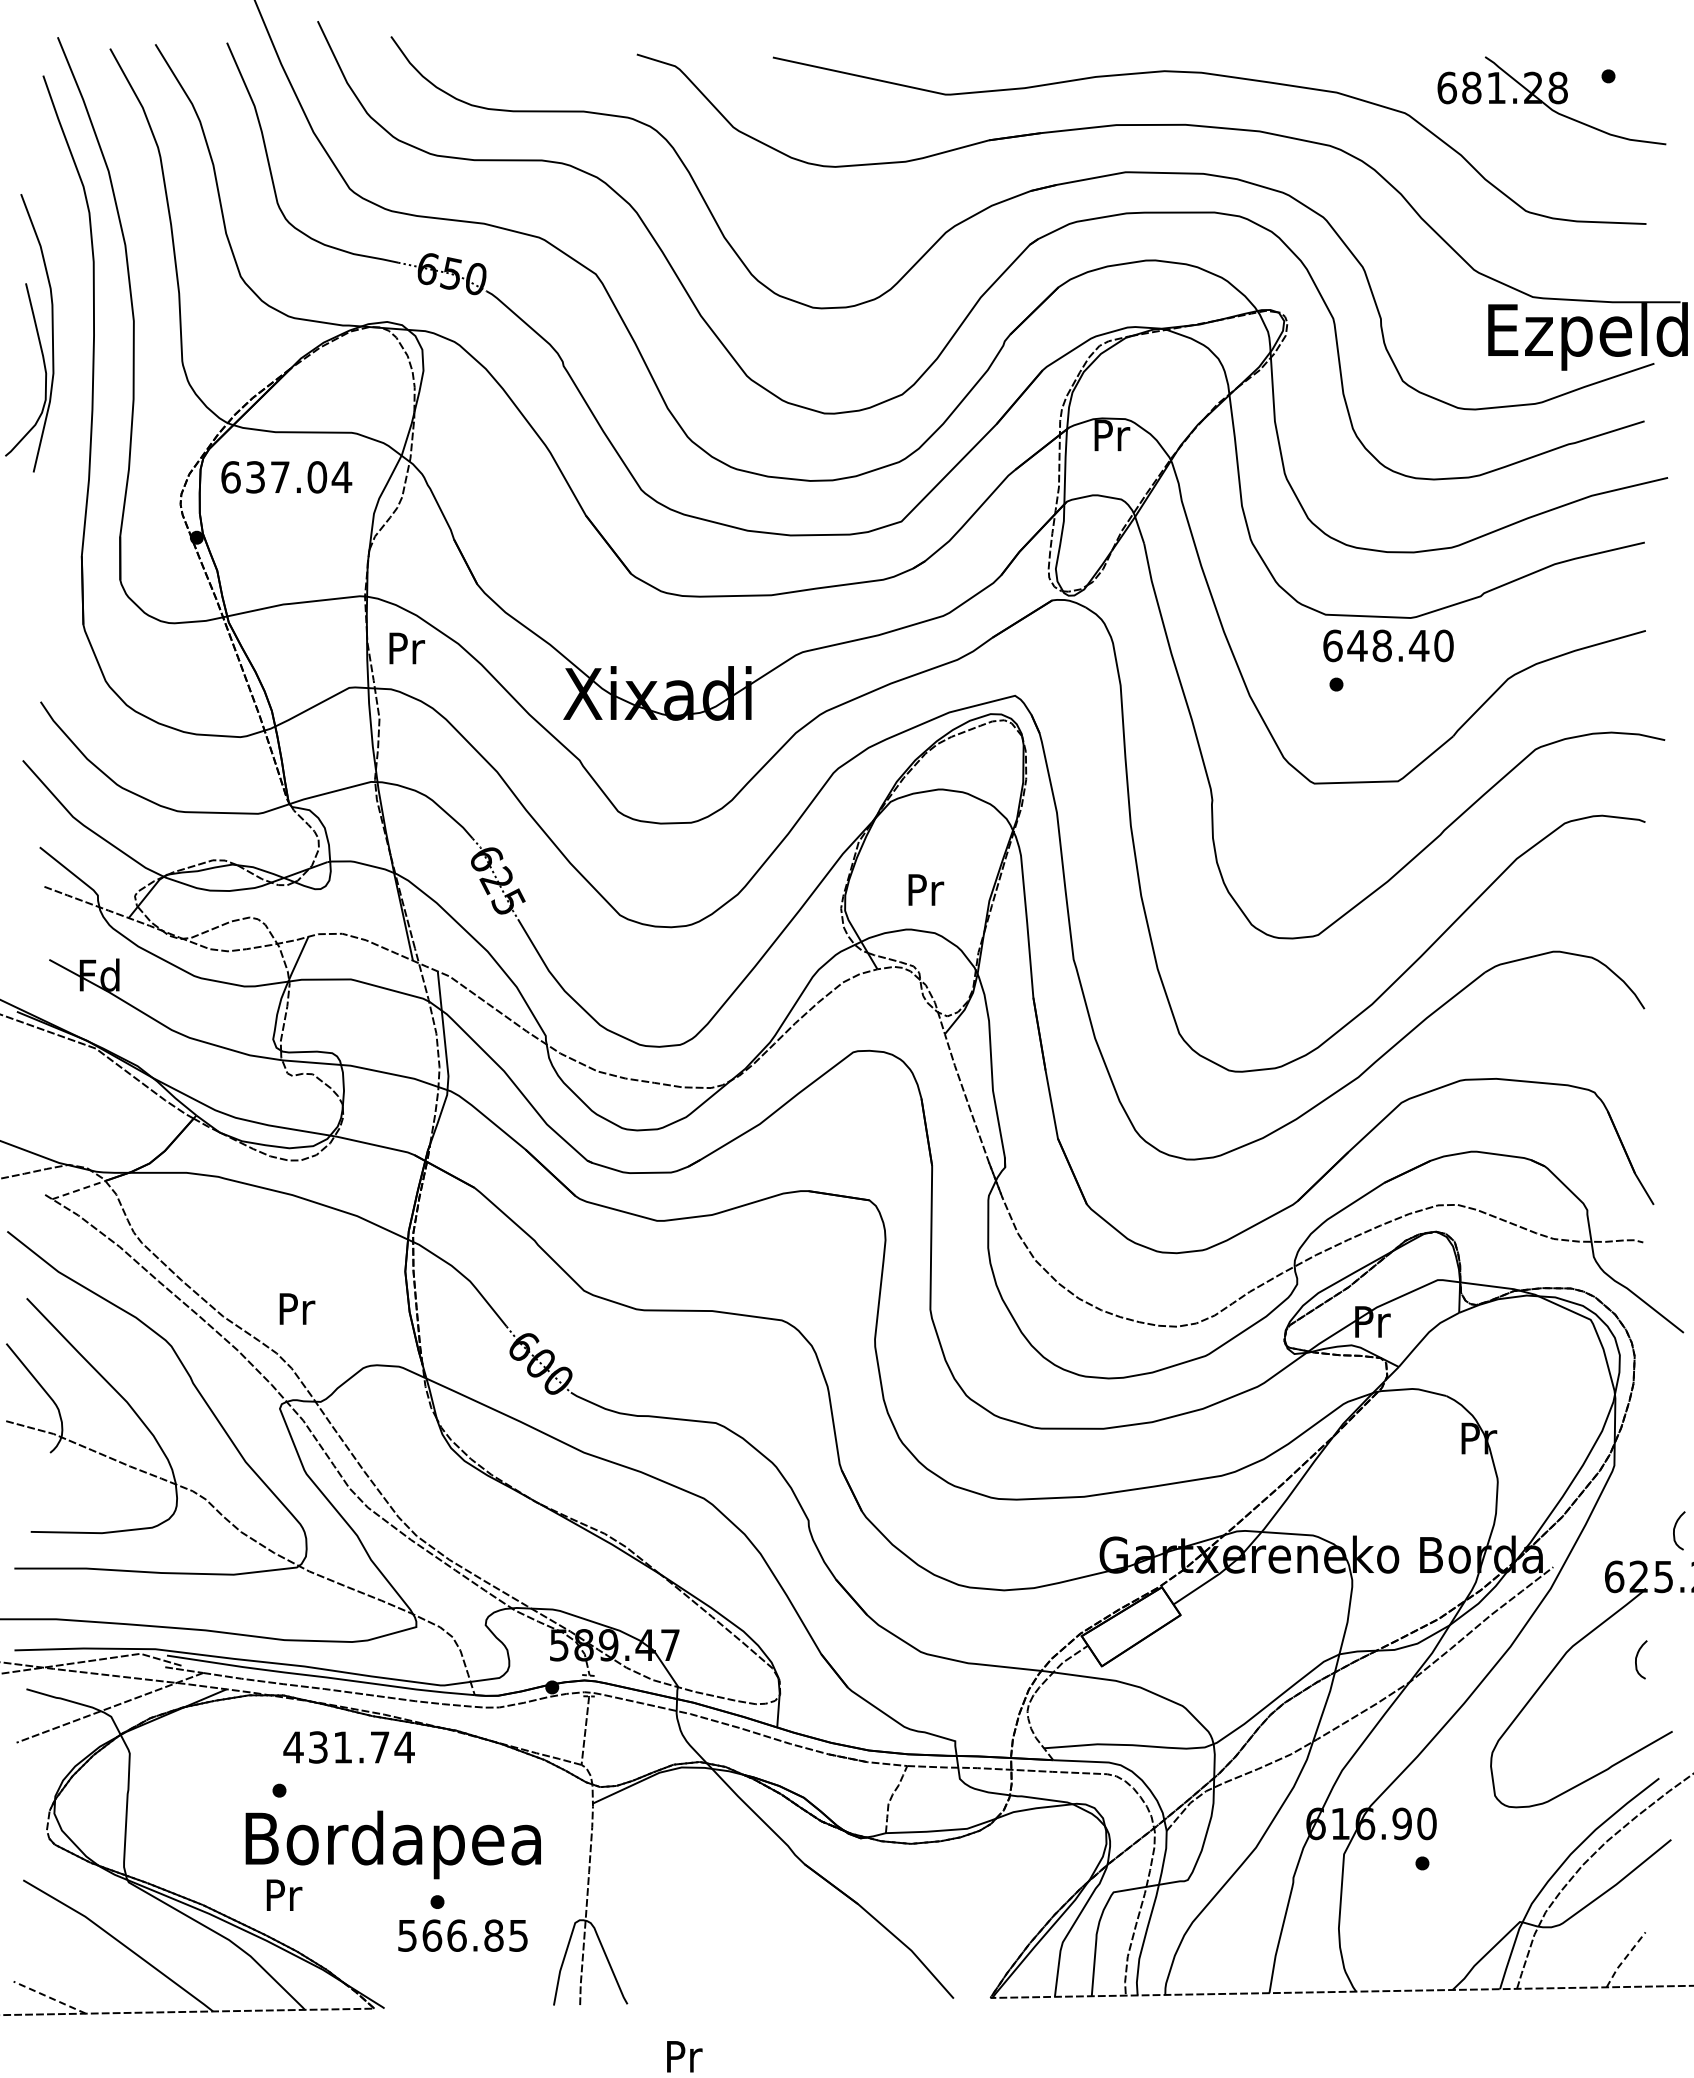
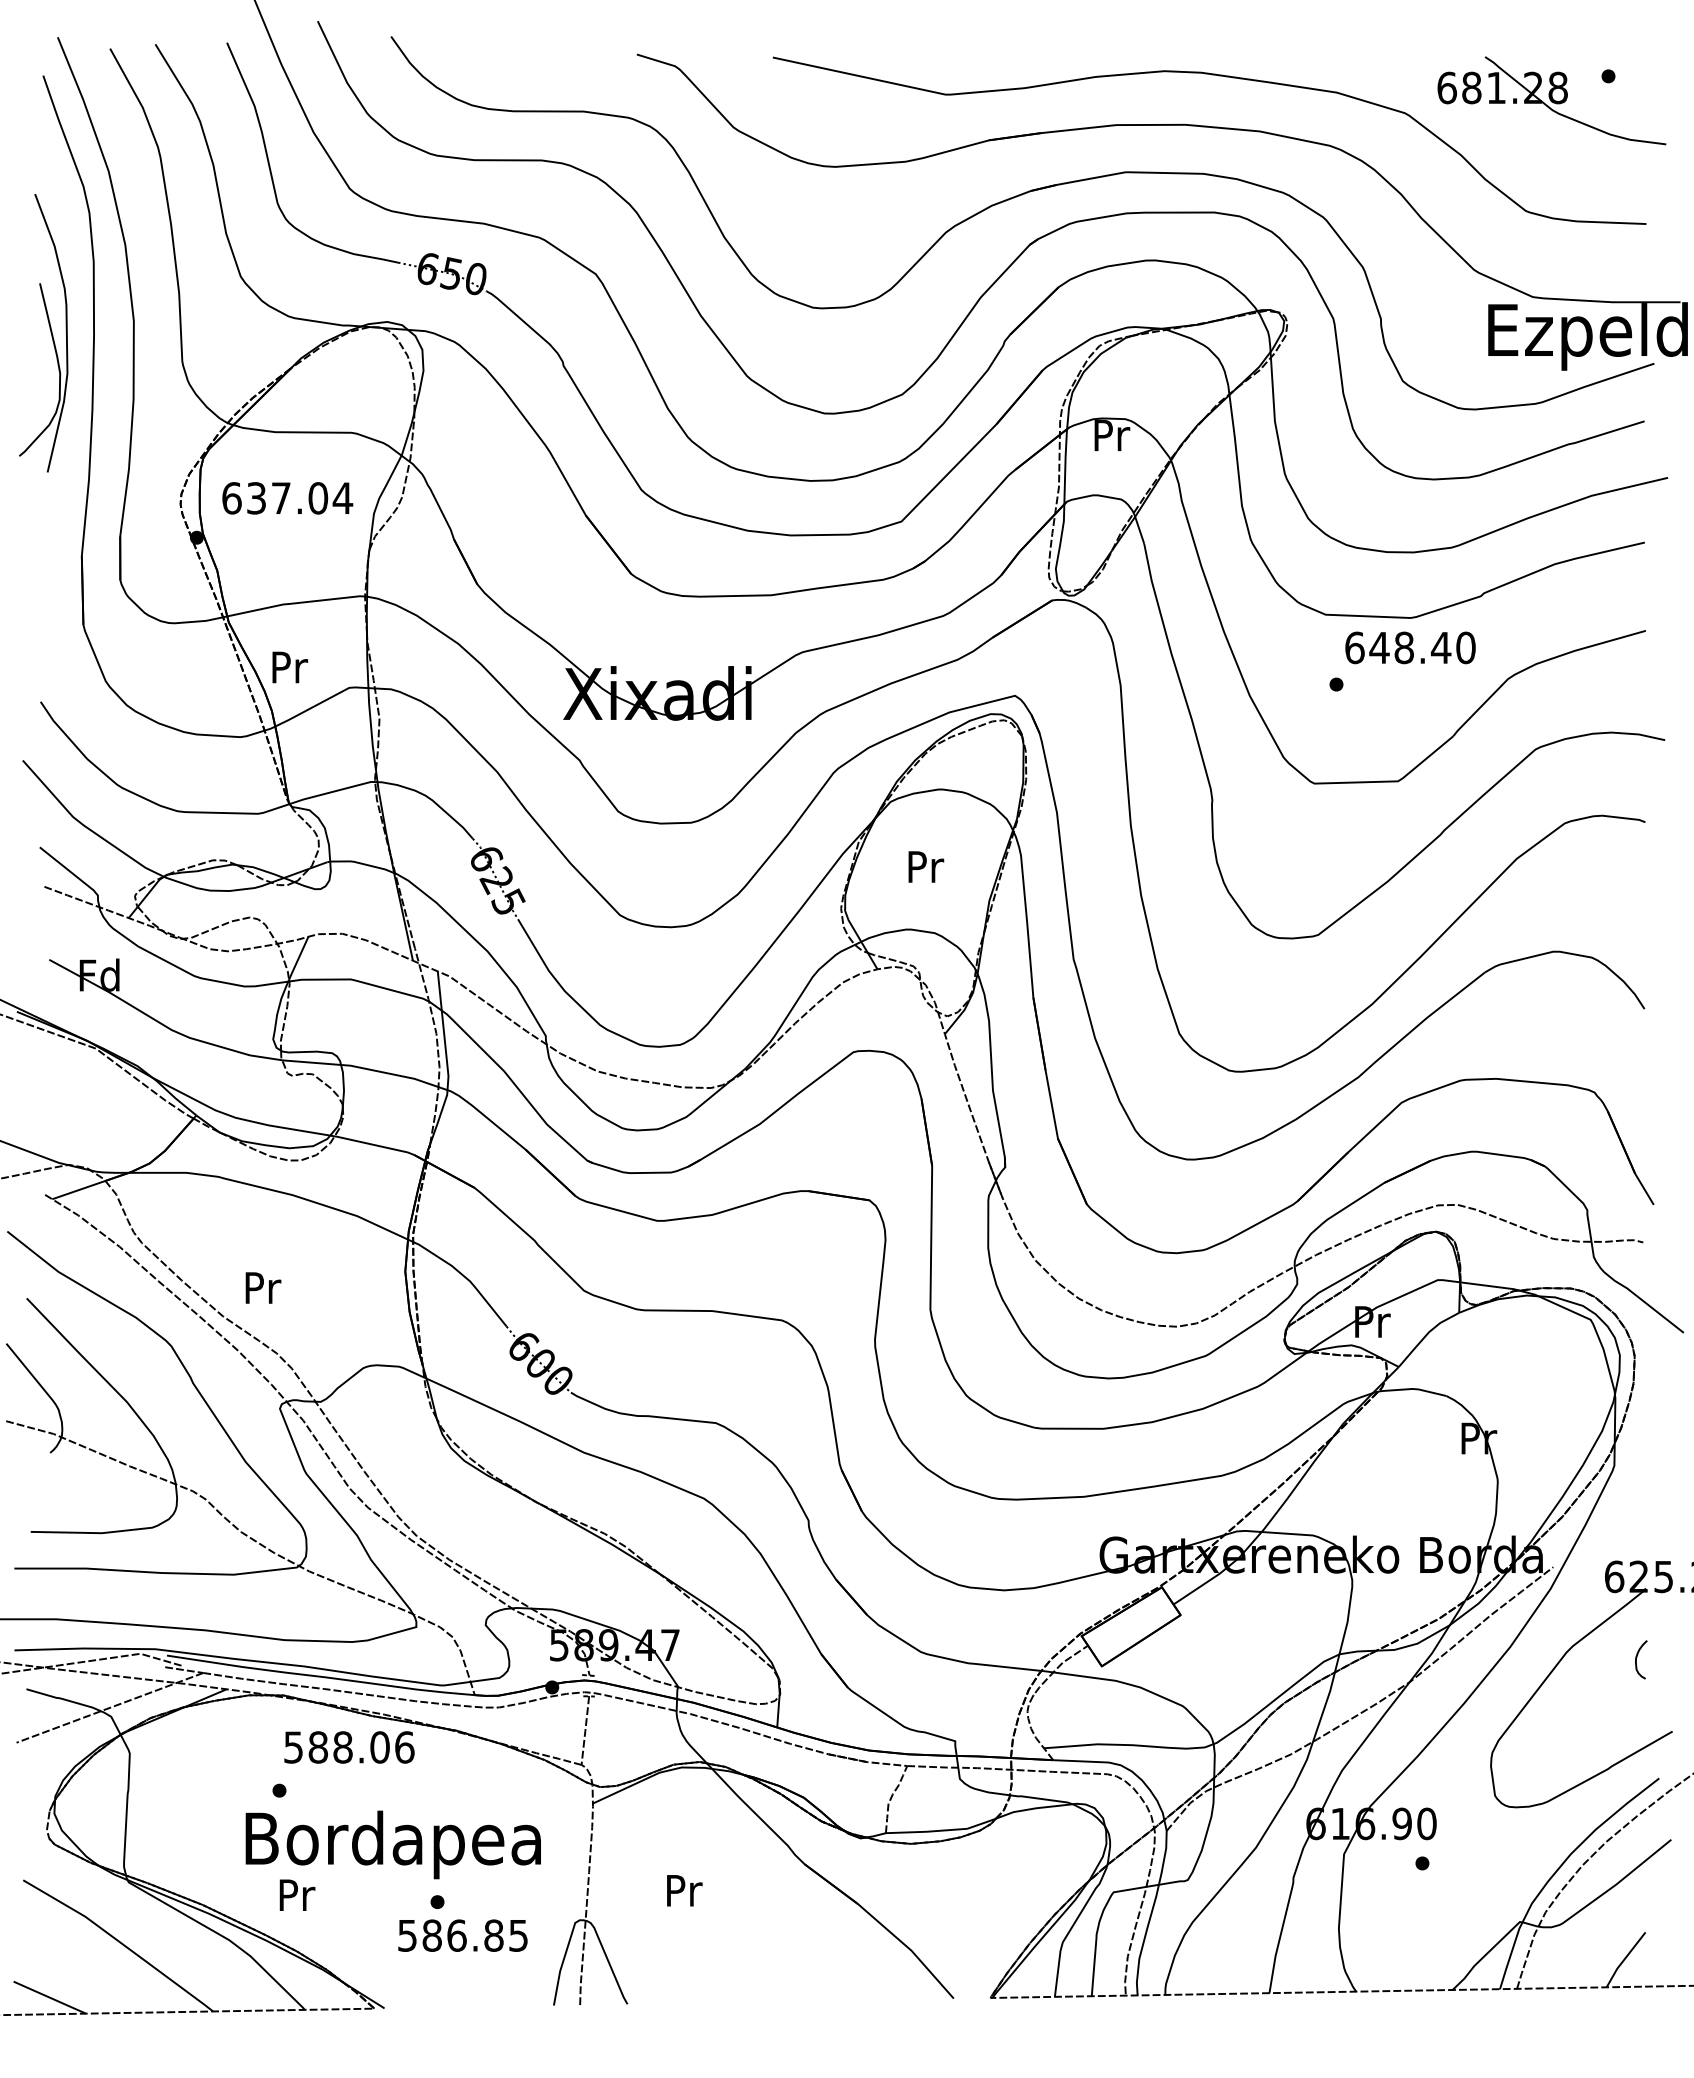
part at (36, 333) position: (36, 333) -> (50, 333)
text at (286, 477) position: (286, 477) -> (287, 498)
text at (1388, 645) position: (1388, 645) -> (1410, 647)
text at (406, 648) position: (406, 648) -> (289, 667)
text at (926, 889) position: (926, 889) -> (926, 866)
line at (79, 1189): dashed -> solid
text at (297, 1308) position: (297, 1308) -> (263, 1287)
curve at (1675, 1528): present -> none
text at (348, 1747): 431.74 -> 588.06
text at (284, 1894) position: (284, 1894) -> (297, 1894)
text at (432, 1935): 566.85 -> 586.85
line at (1624, 1959): dashed -> solid
line at (49, 1997): dashed -> solid
text at (684, 2056) position: (684, 2056) -> (684, 1890)
